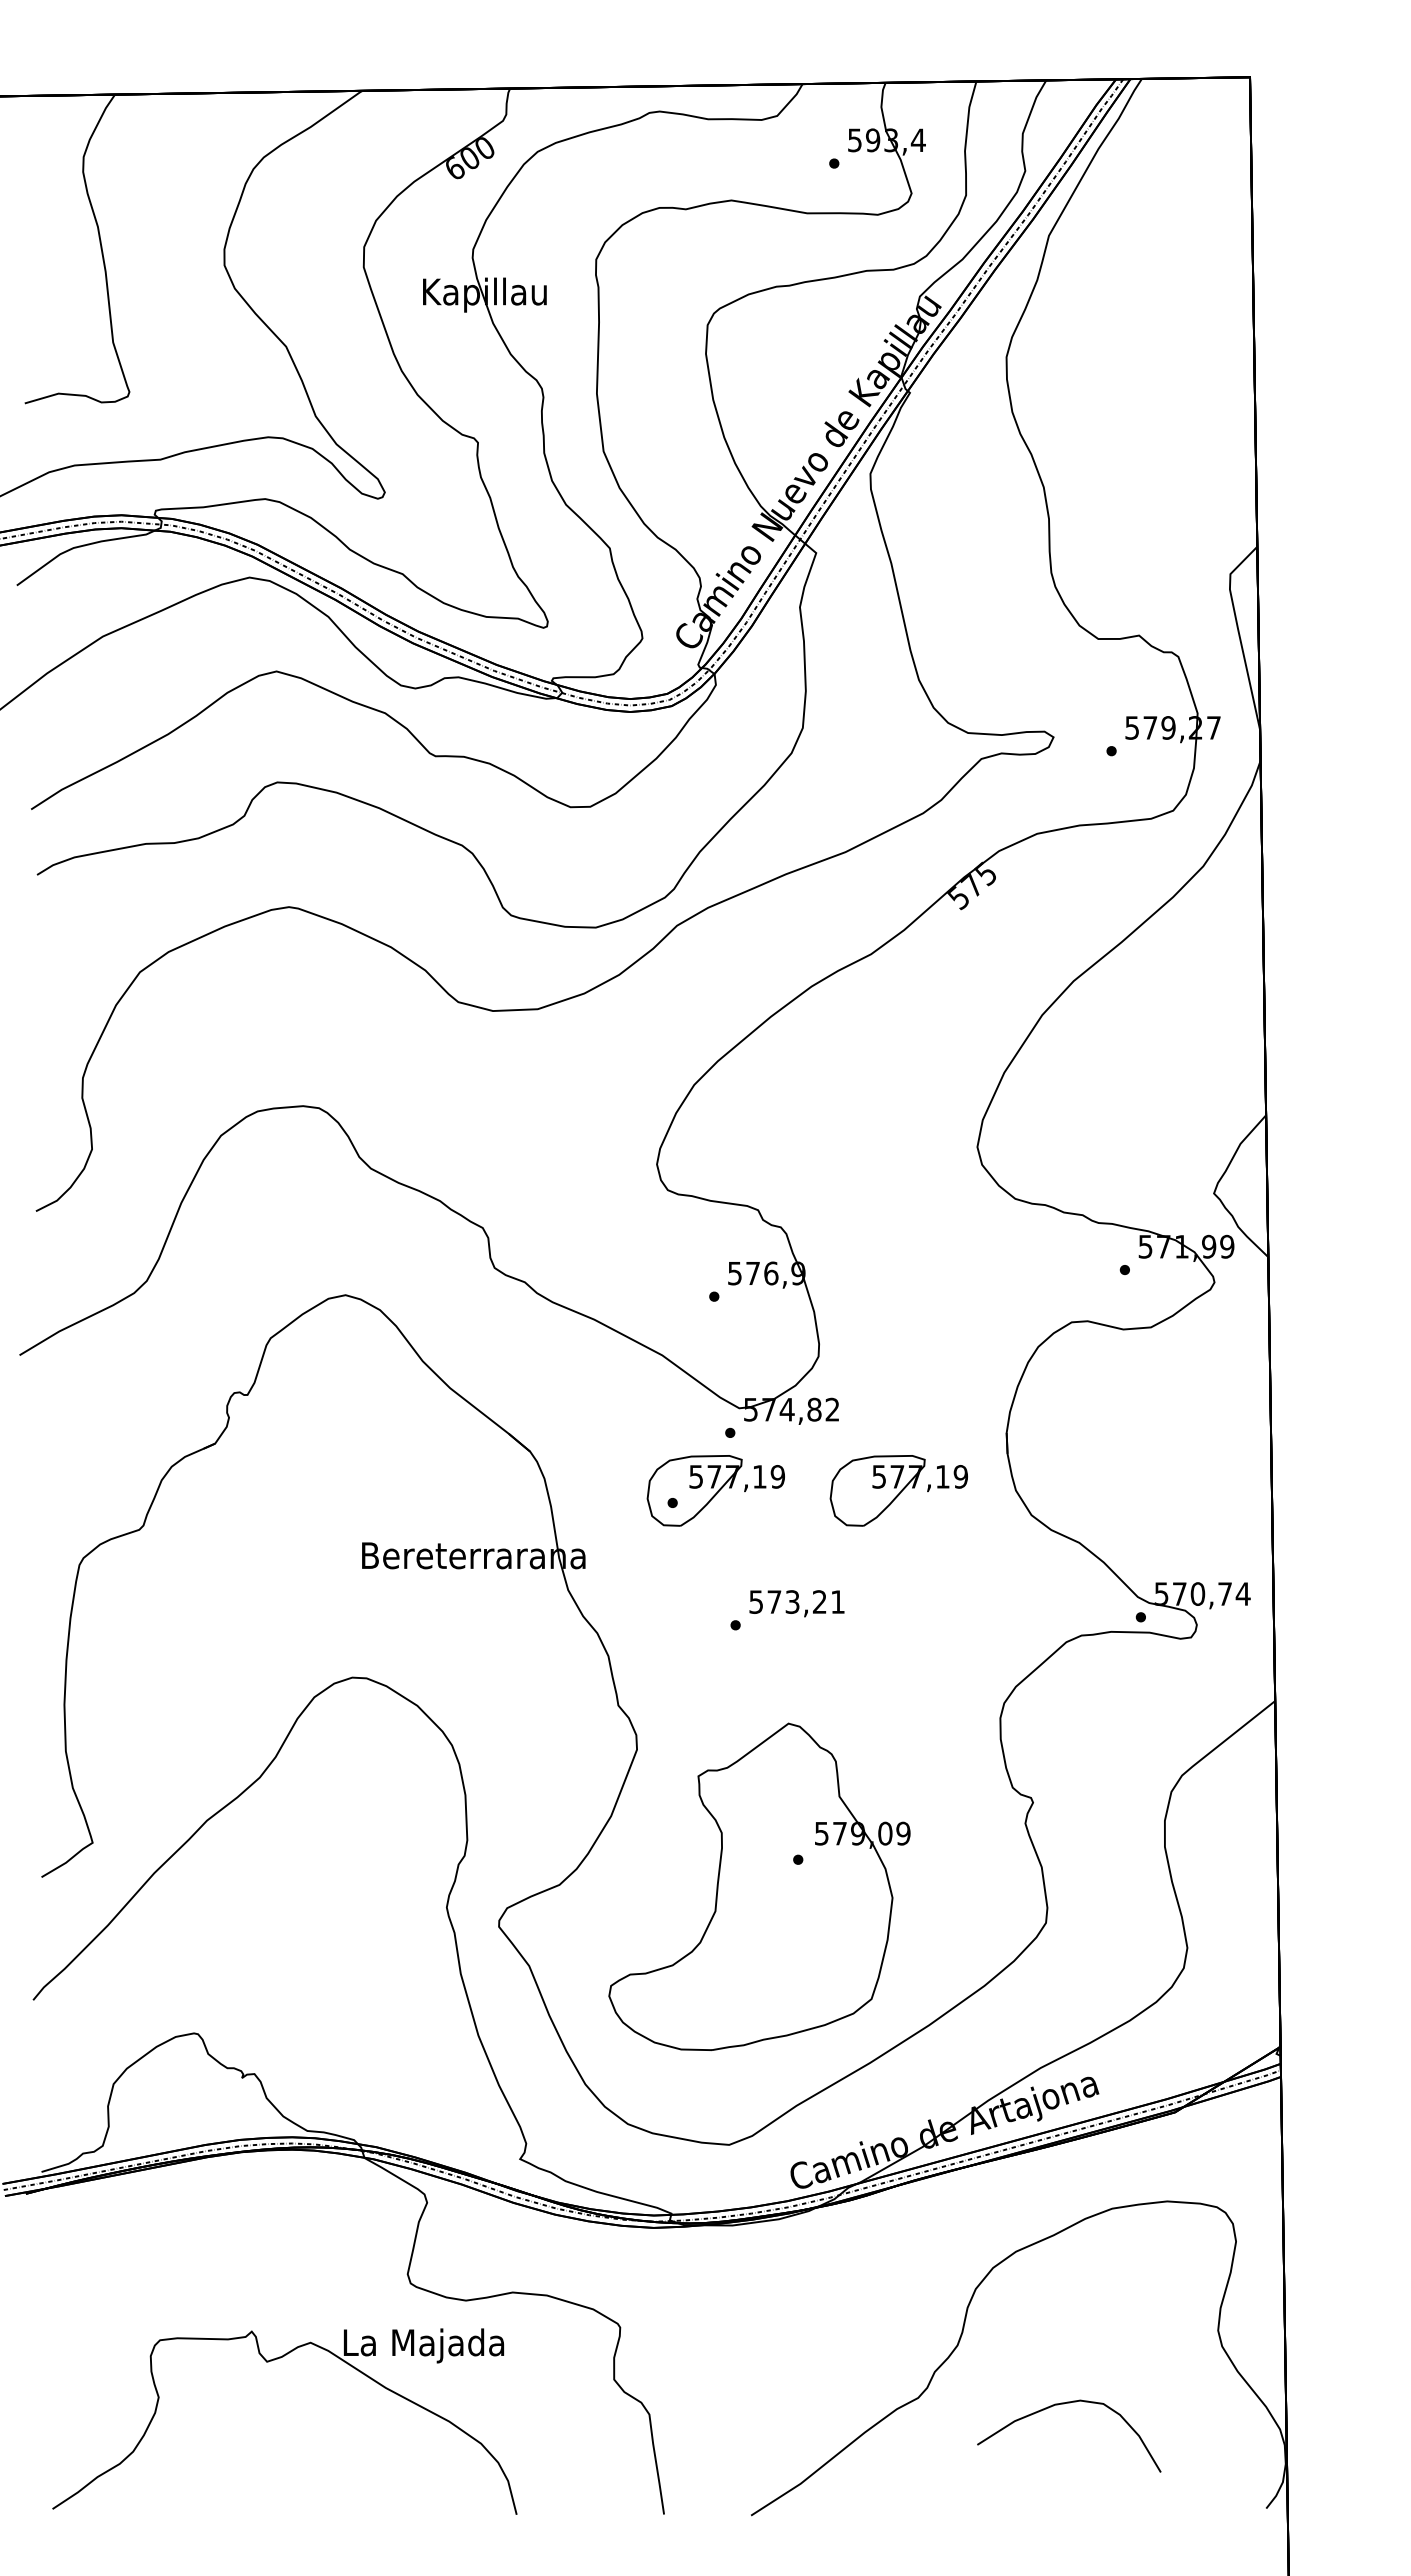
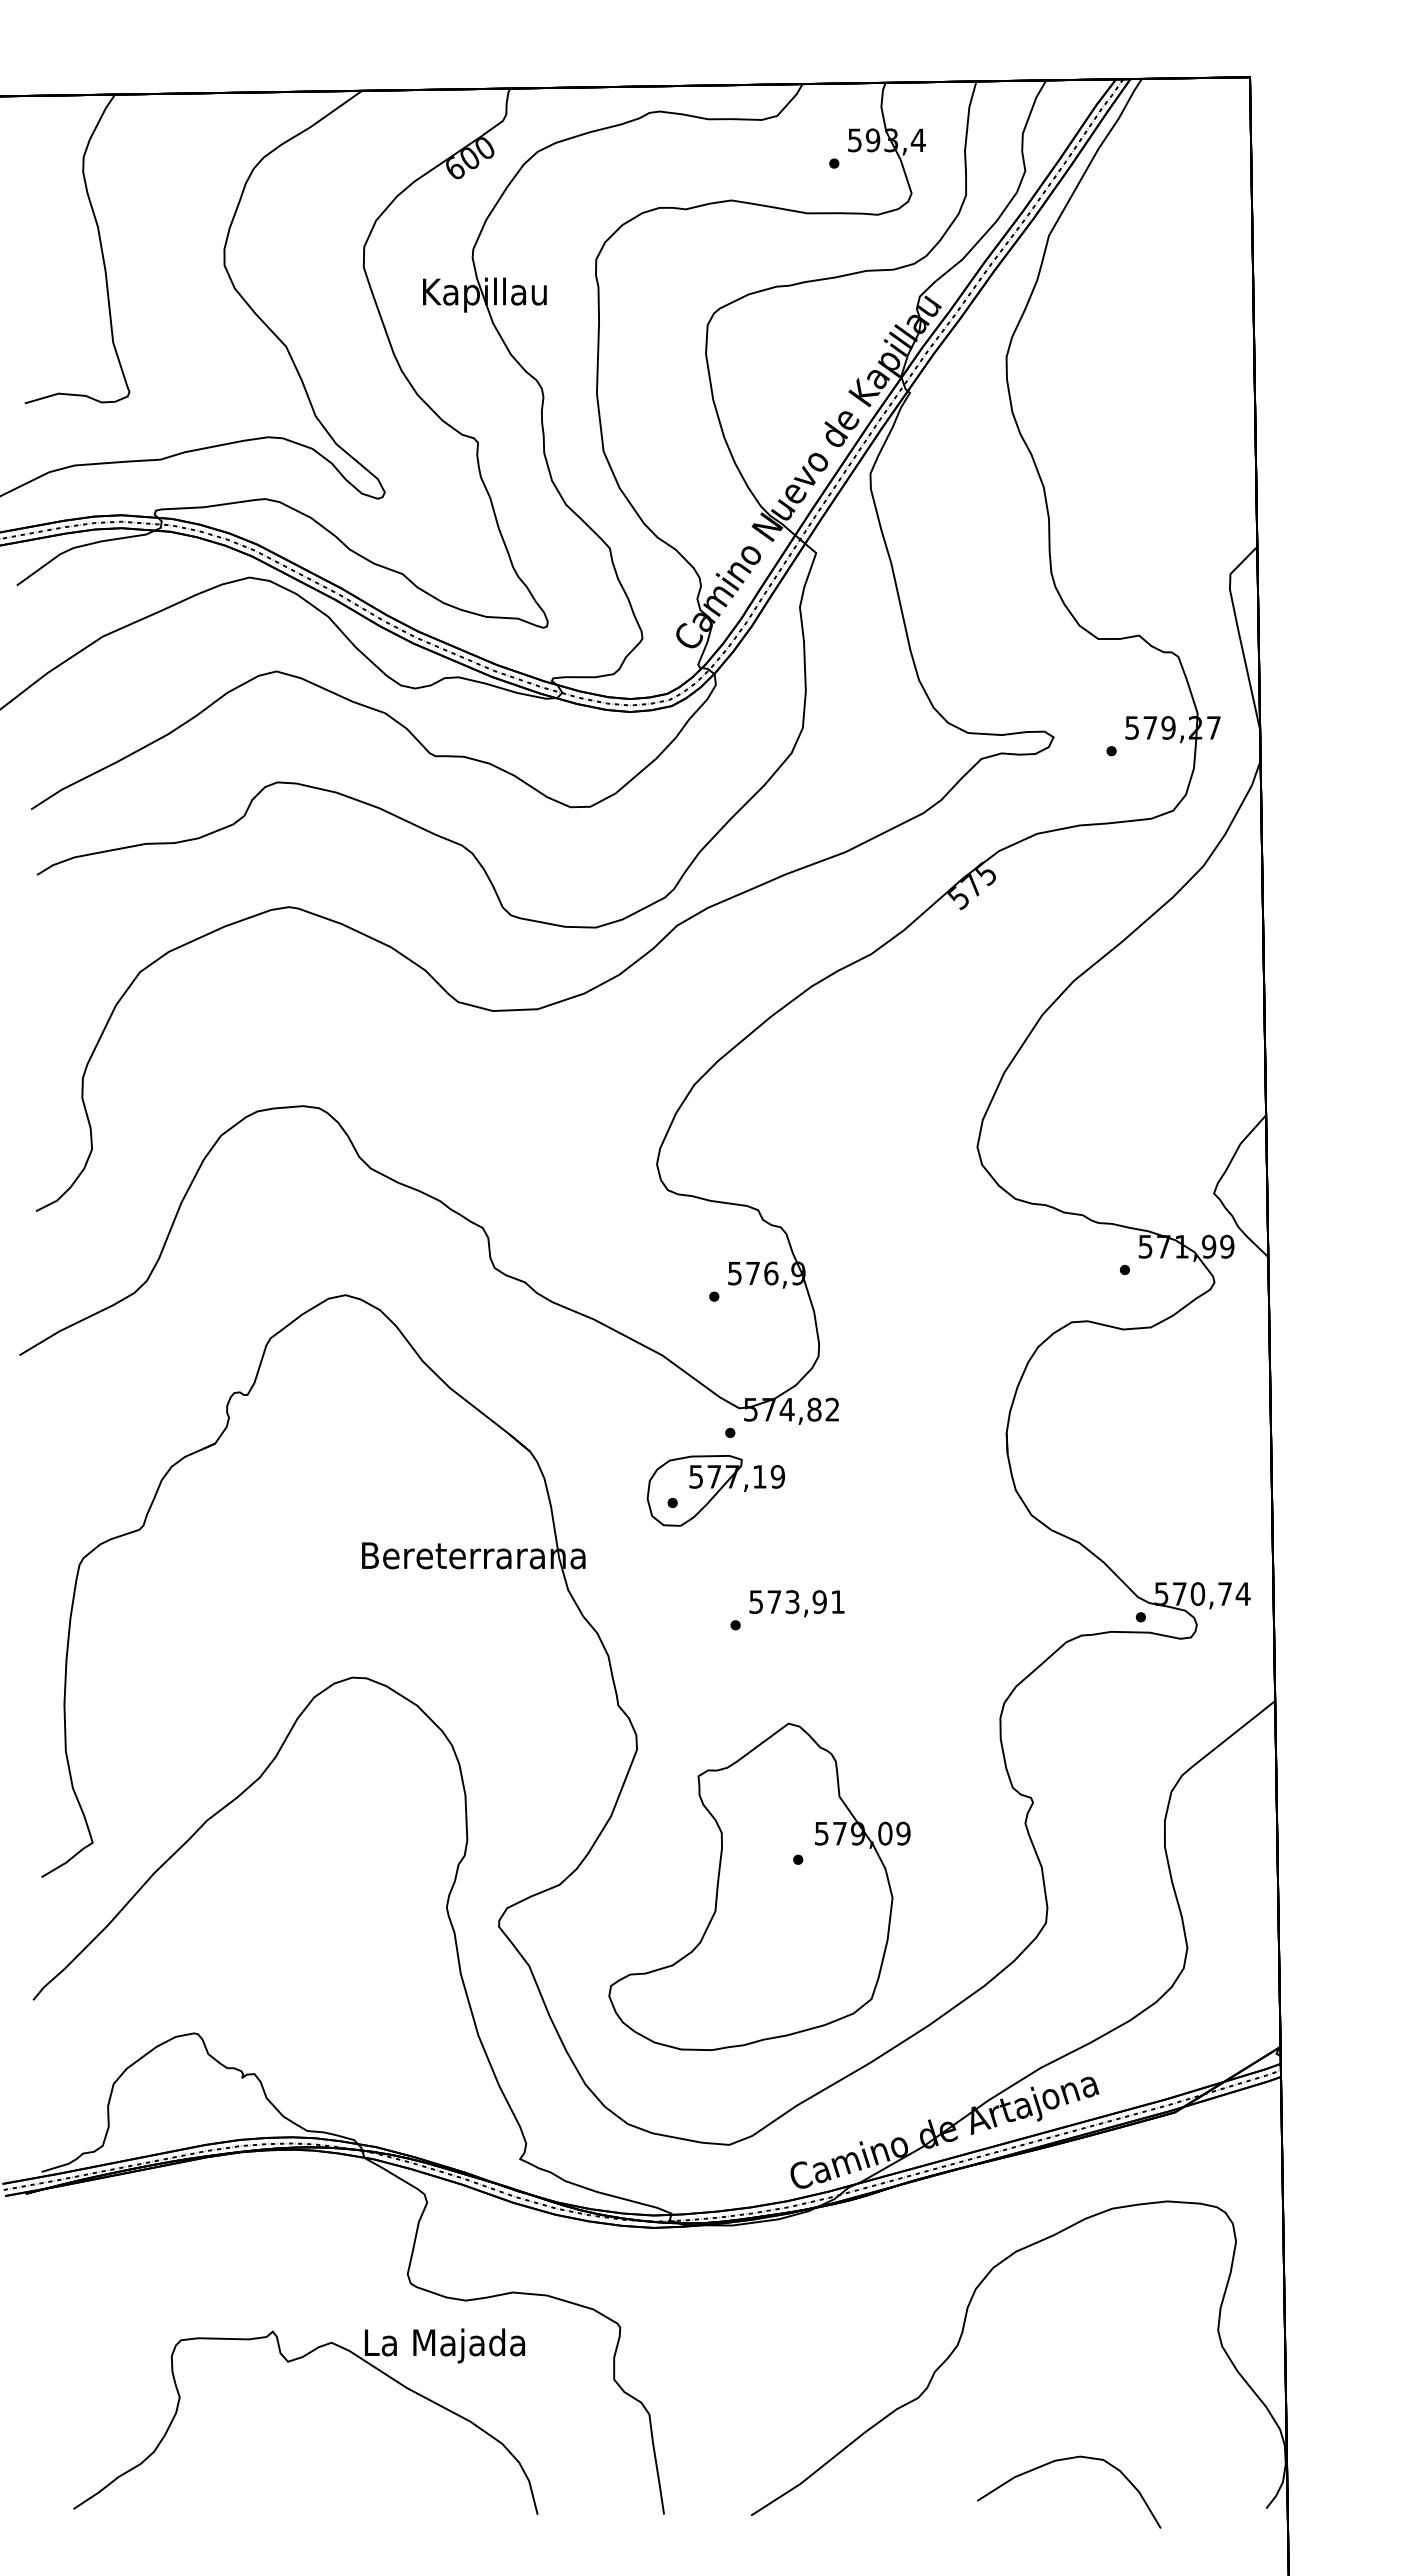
part at (898, 1490): present -> none
text at (819, 1601): 573,21 -> 573,91
part at (268, 2362) position: (268, 2362) -> (289, 2362)
curve at (1064, 2404) position: (1064, 2404) -> (1064, 2460)
